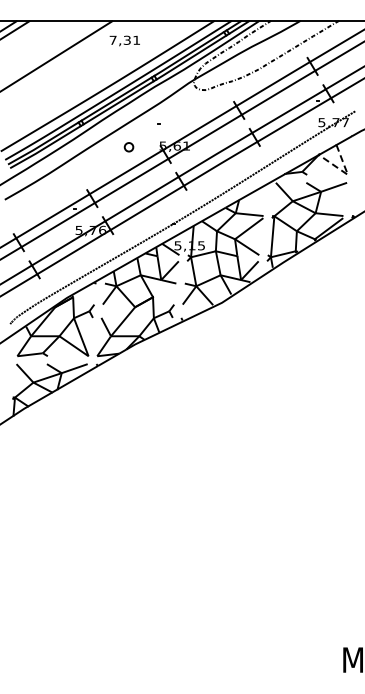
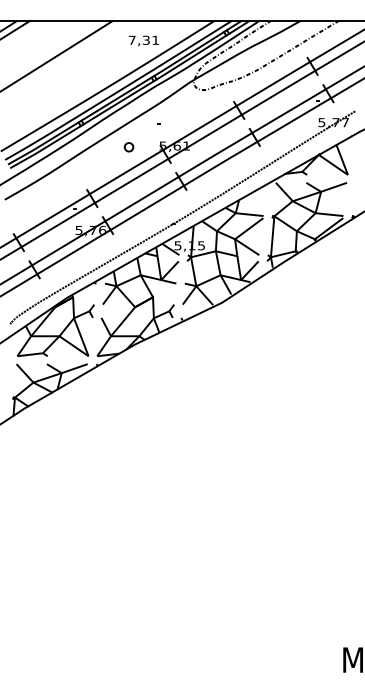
text at (124, 40) position: (124, 40) -> (143, 40)
line at (346, 173): dashed -> solid
